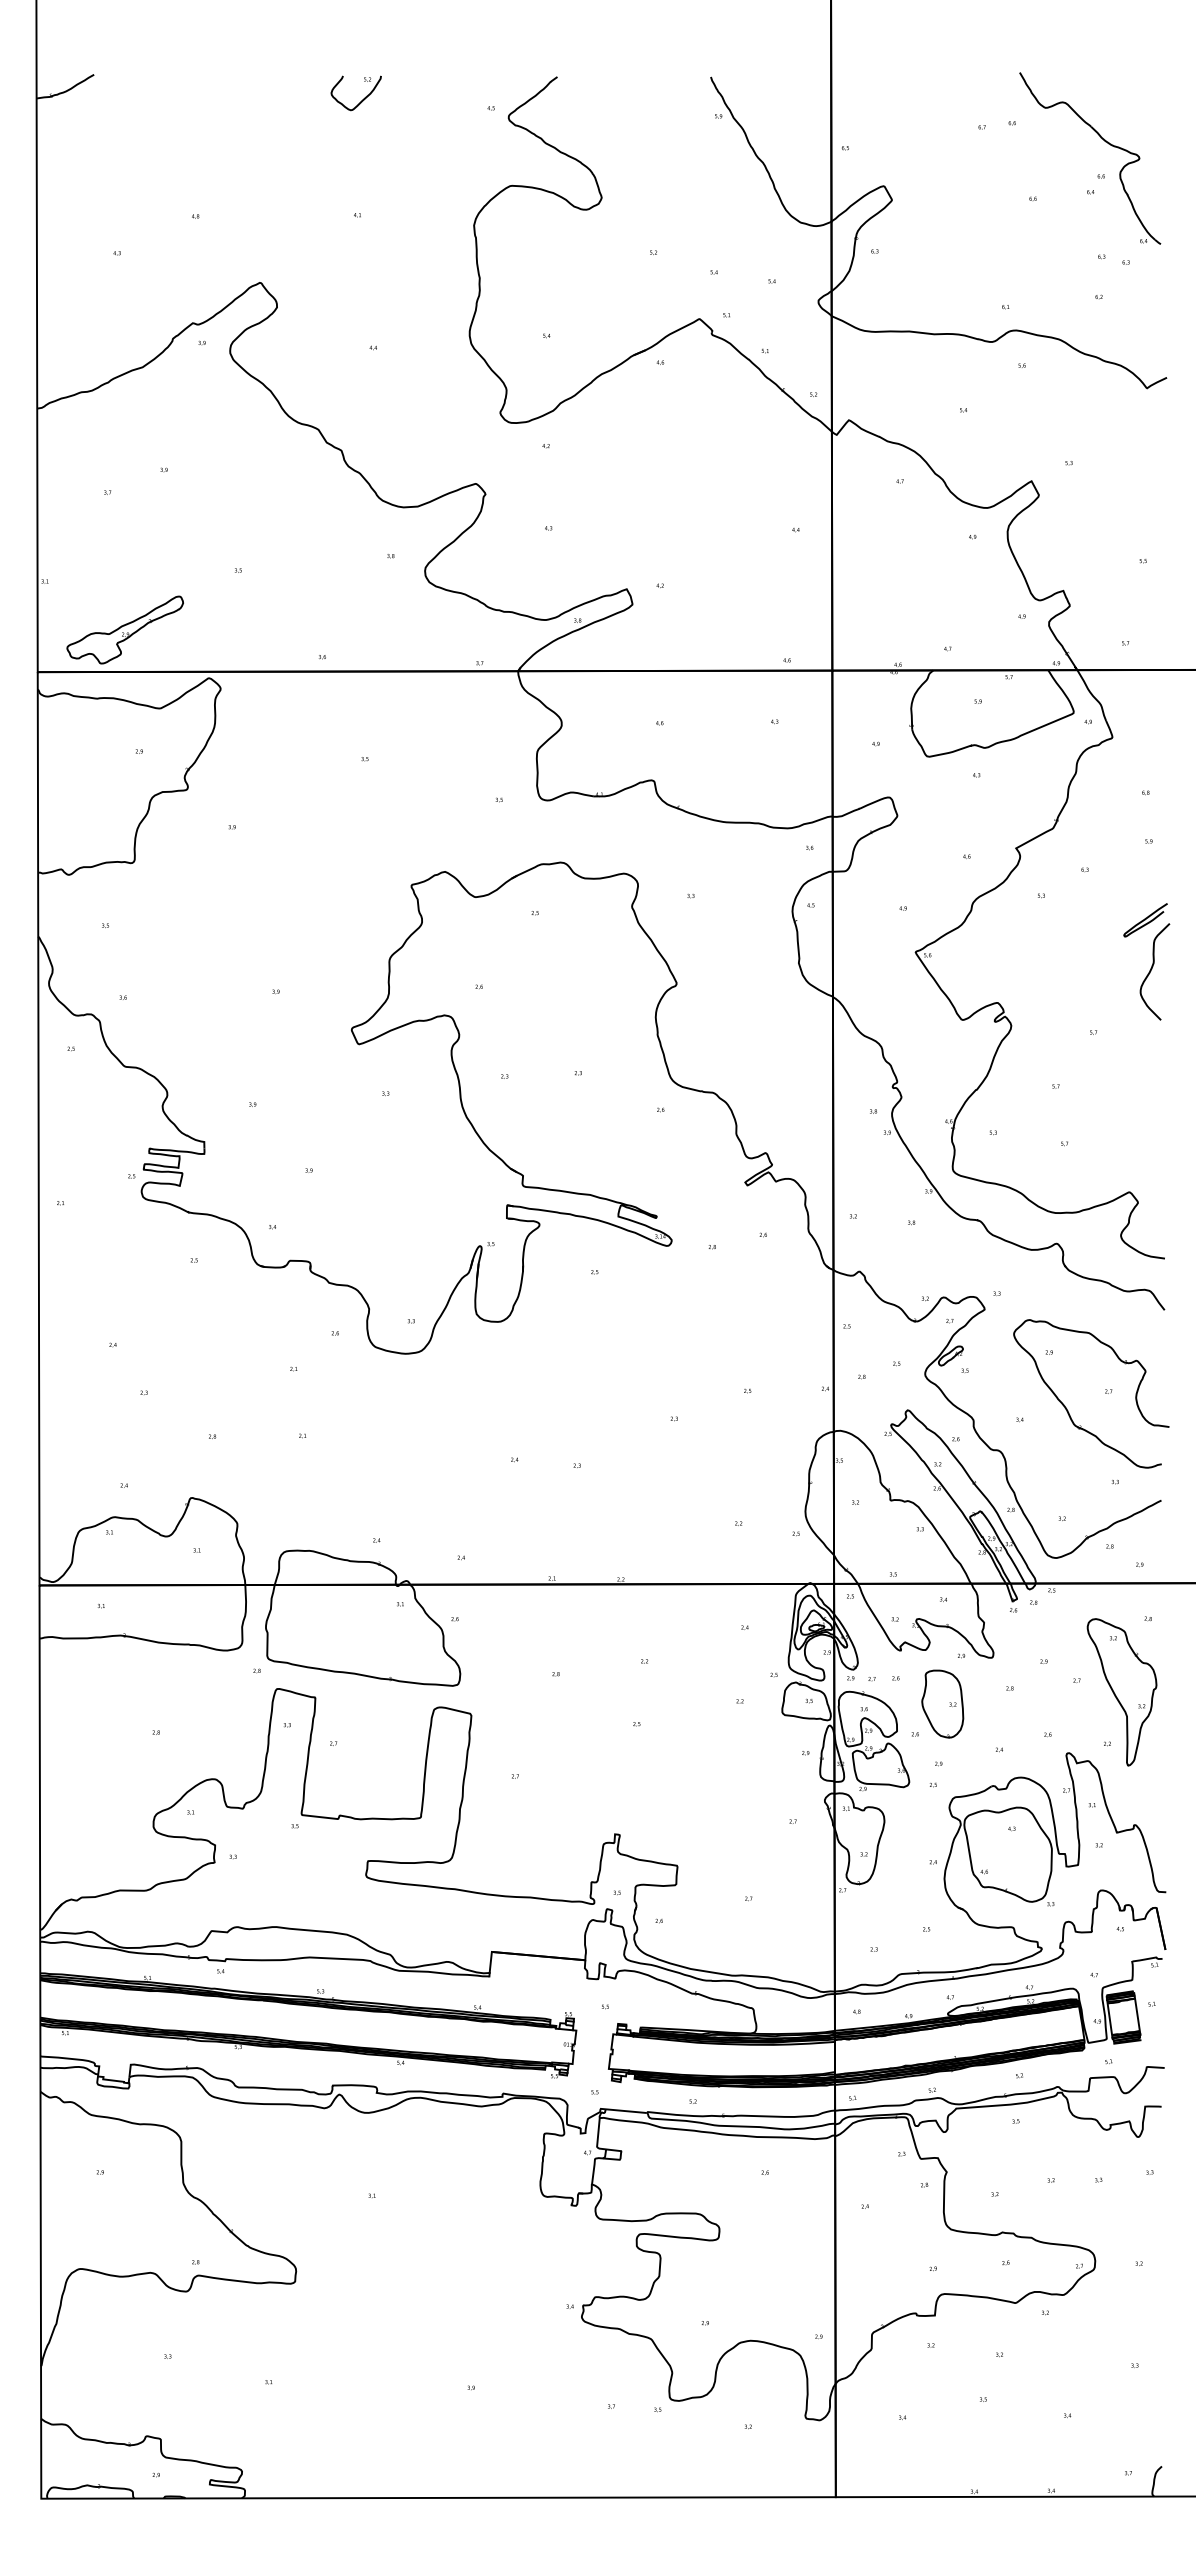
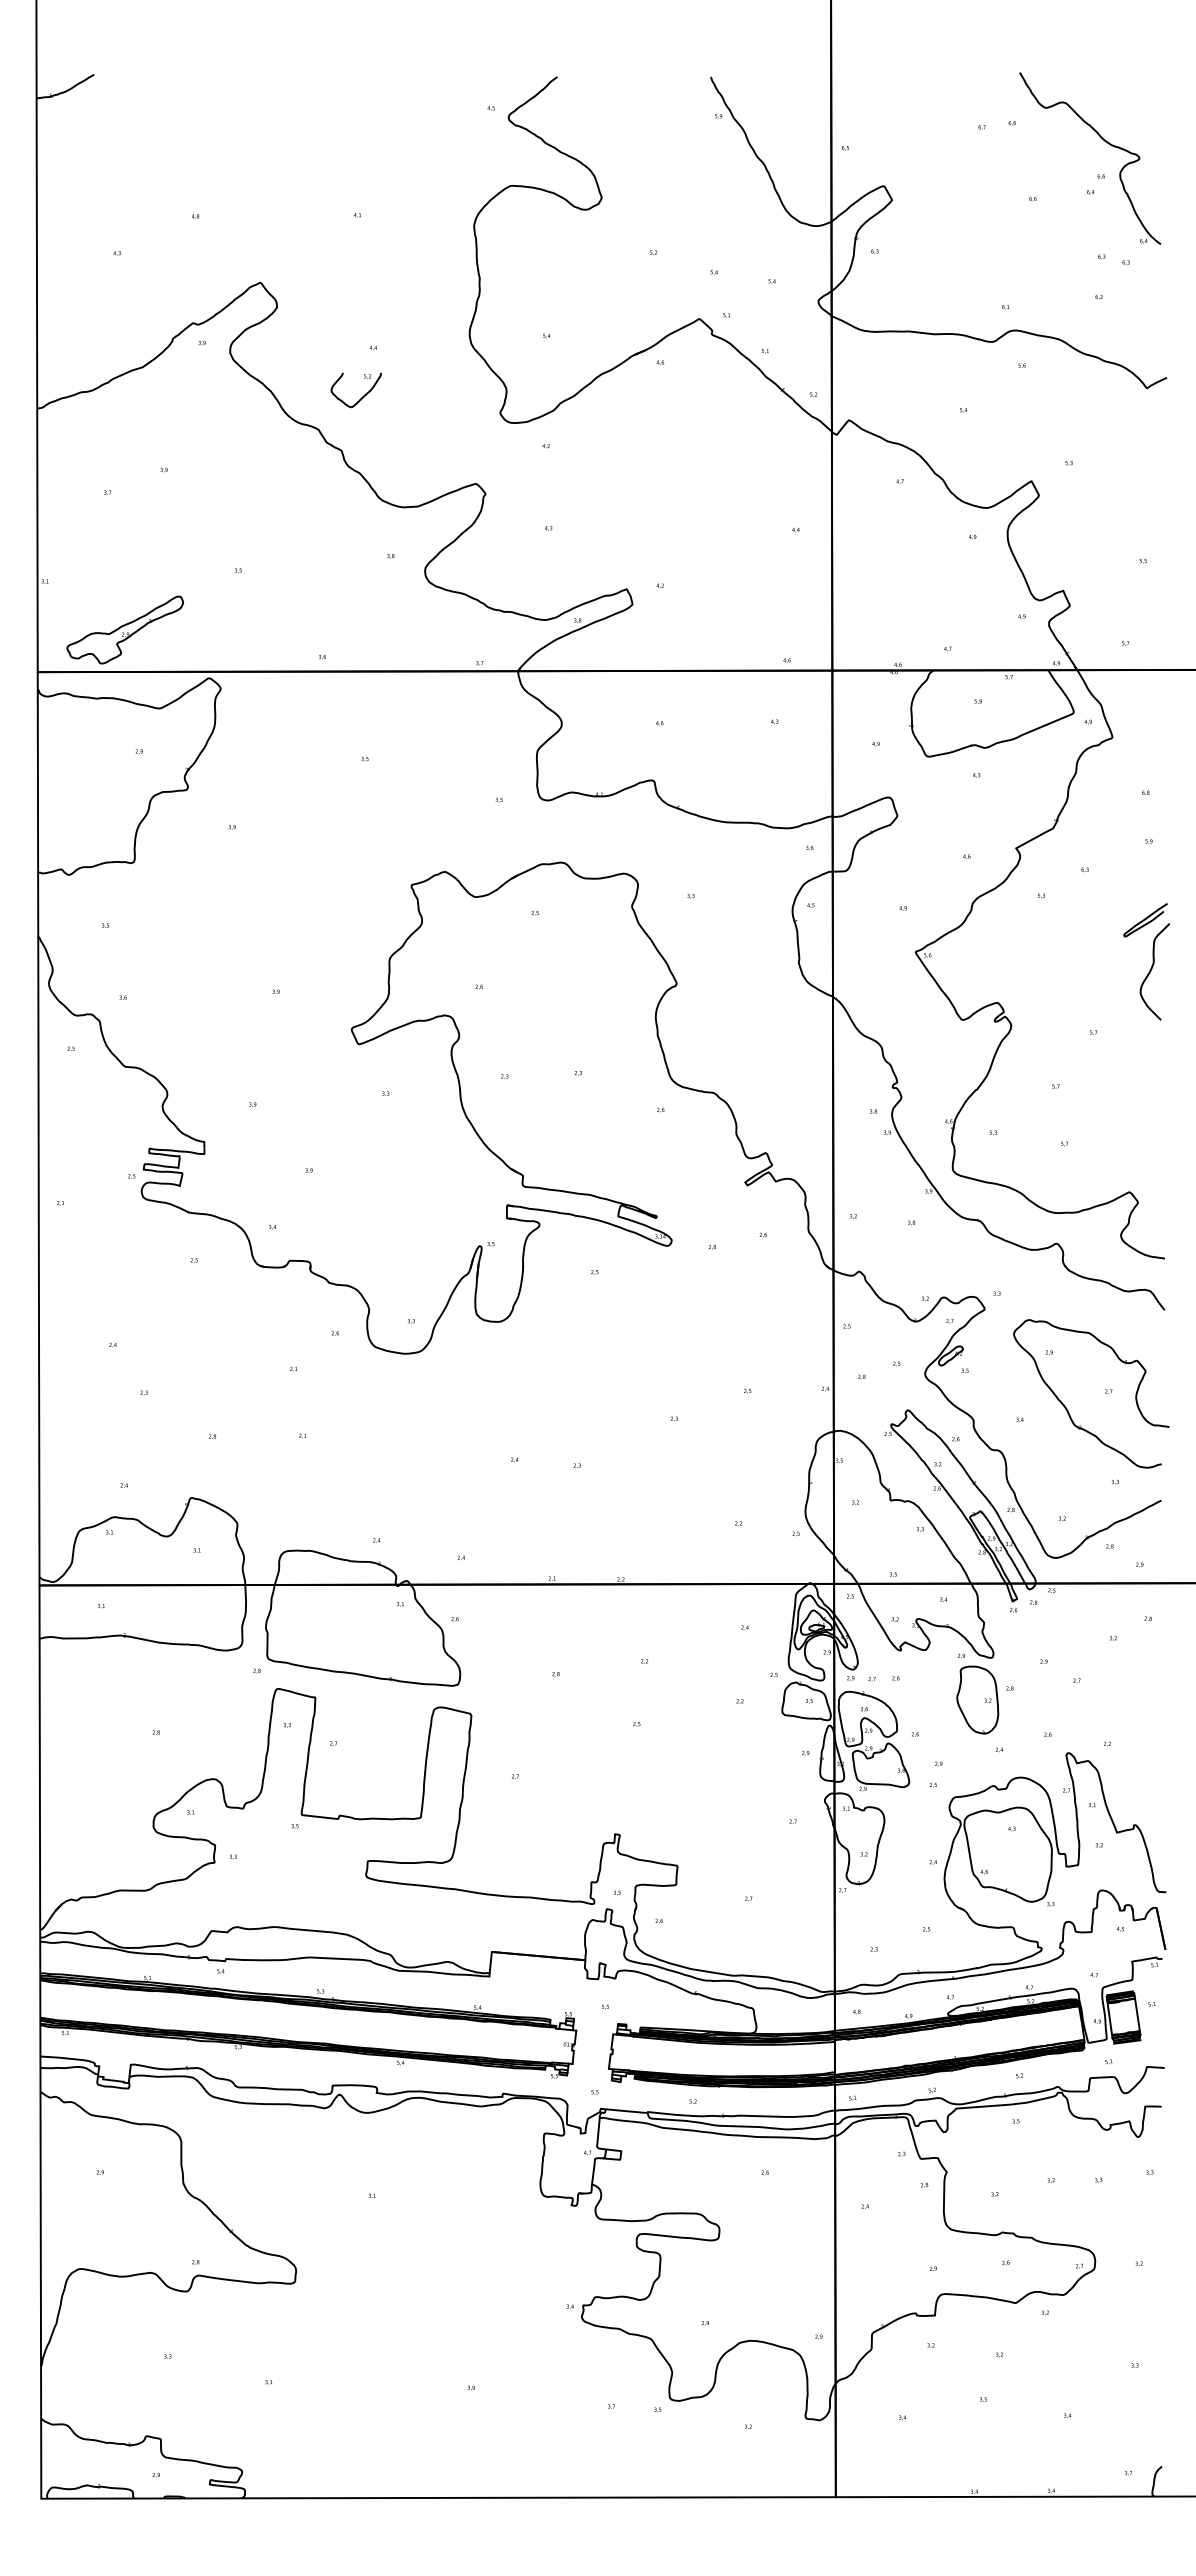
part at (362, 99) position: (362, 99) -> (362, 396)
part at (1121, 1692): present -> none
part at (942, 1703) position: (942, 1703) -> (977, 1699)
